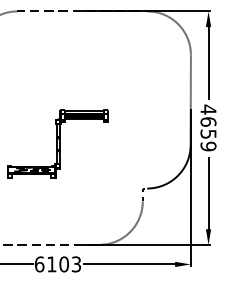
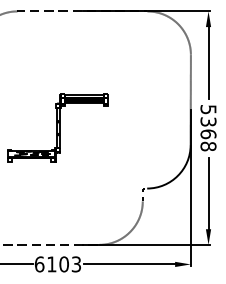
text at (208, 127): 4659 -> 5368
part at (57, 143) position: (57, 143) -> (57, 127)
